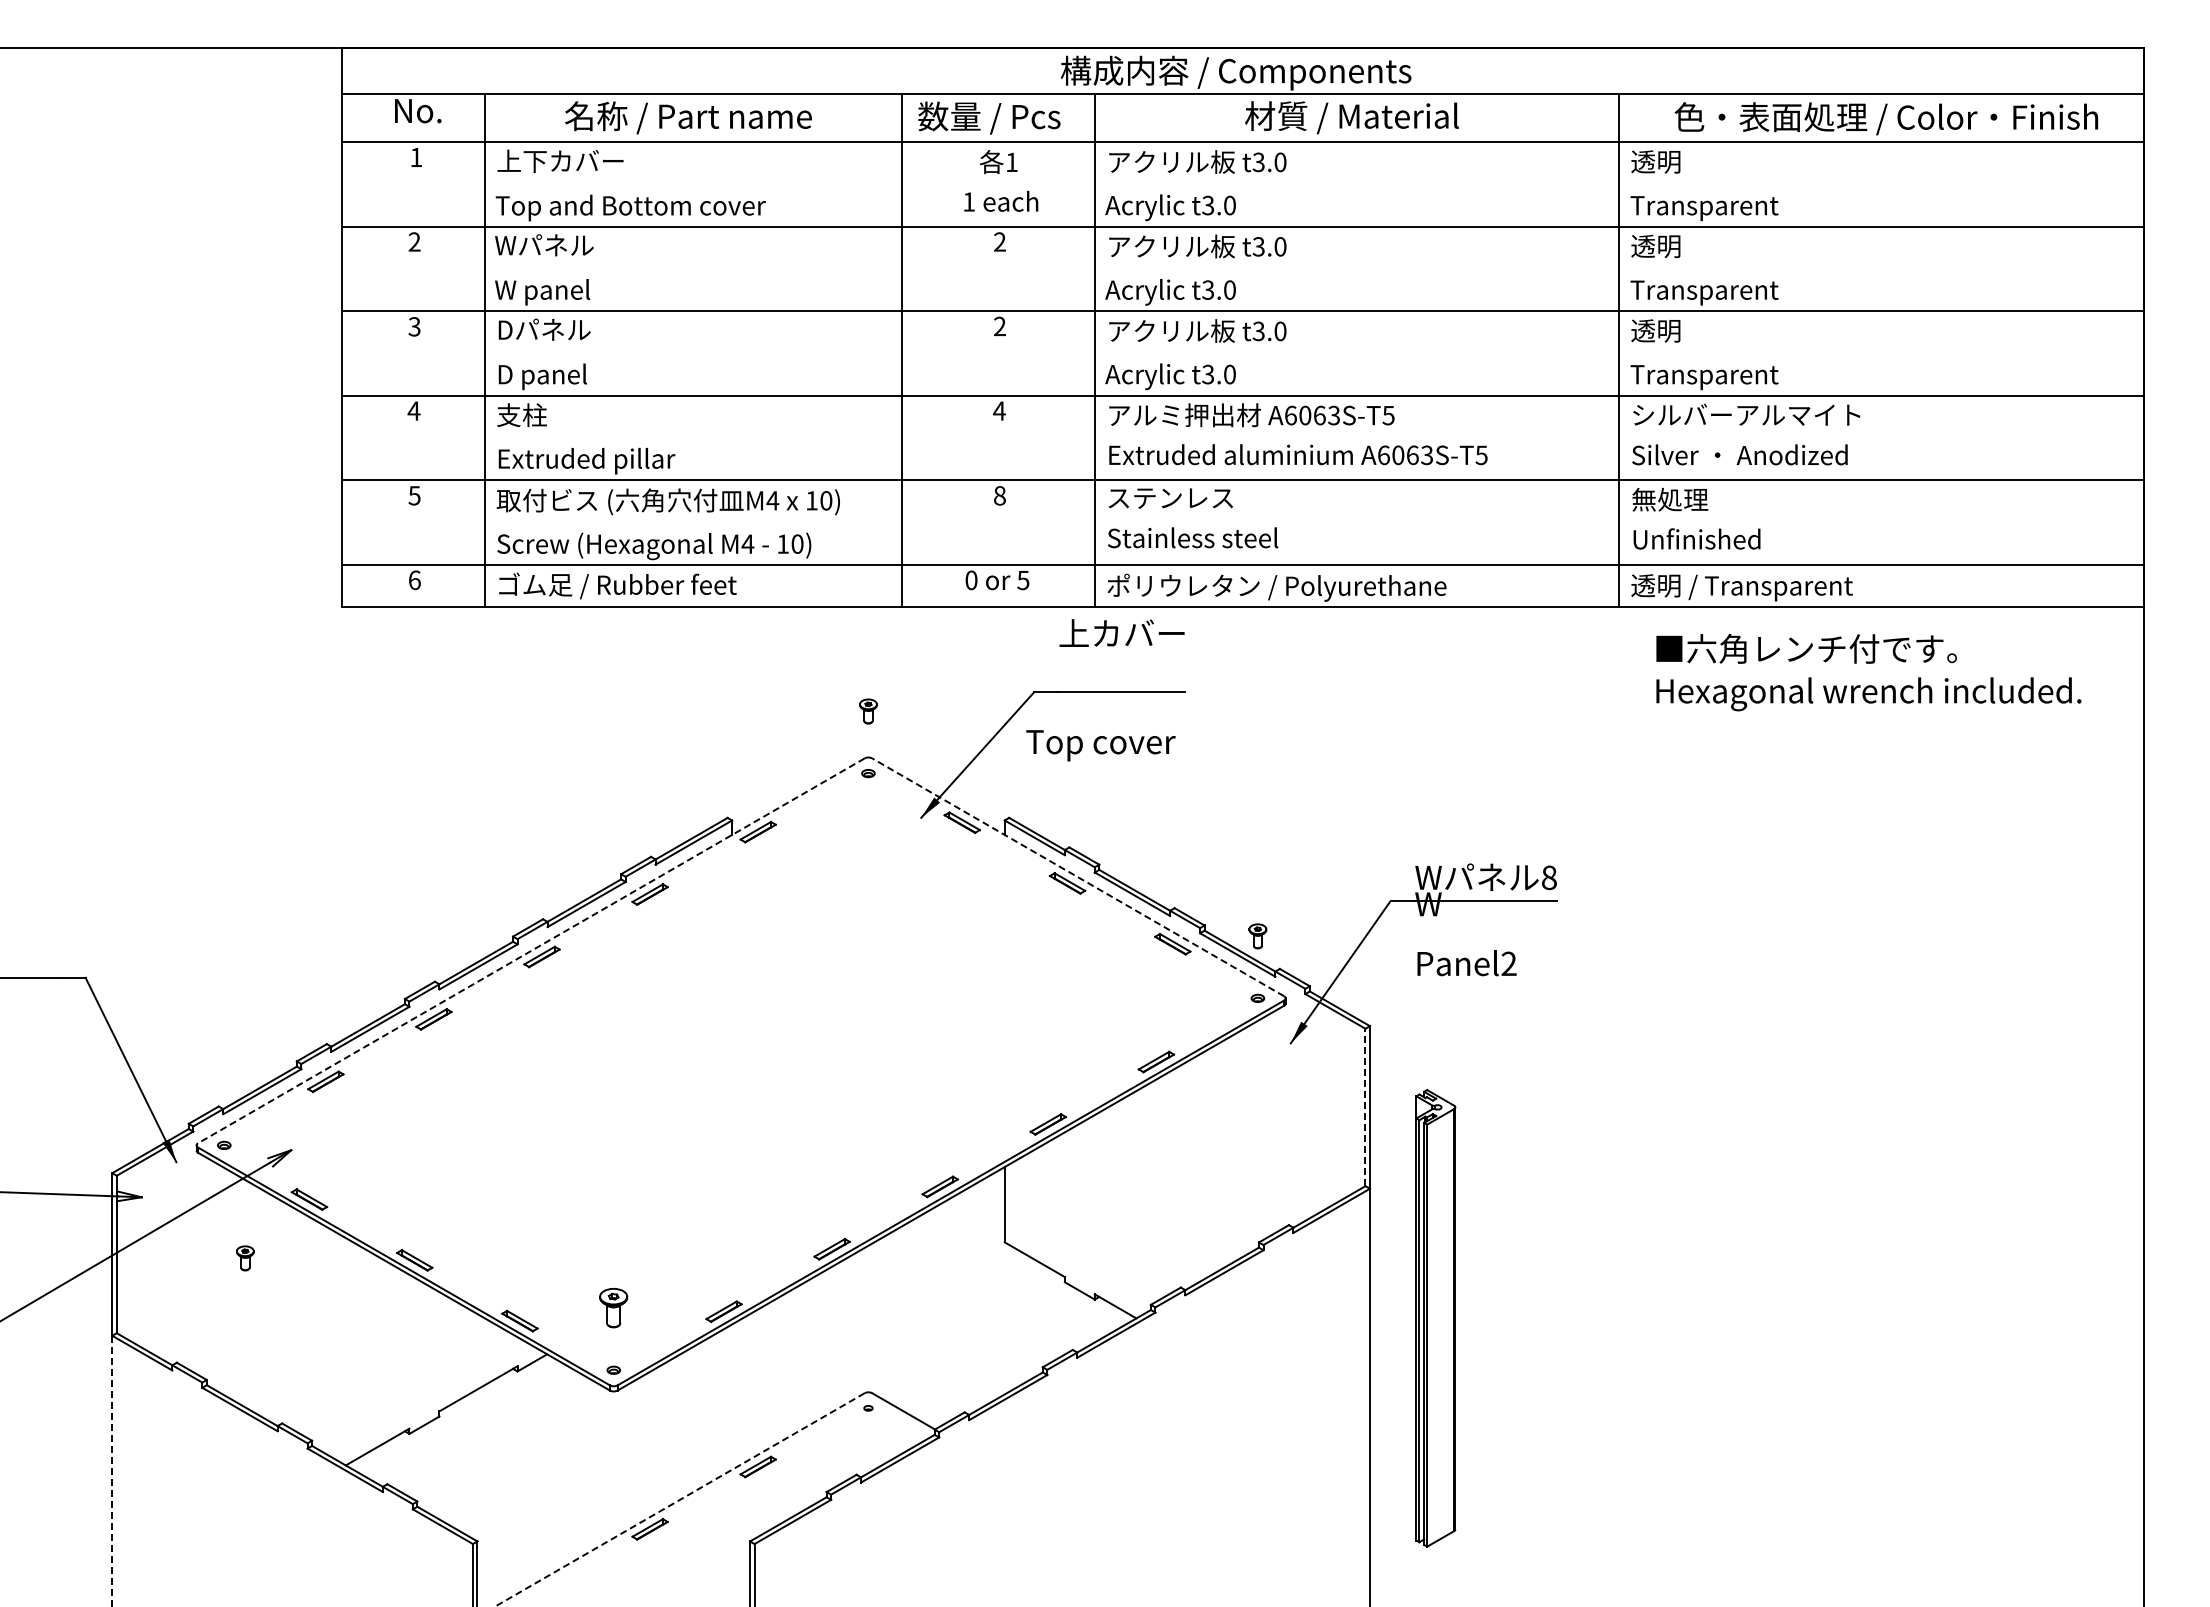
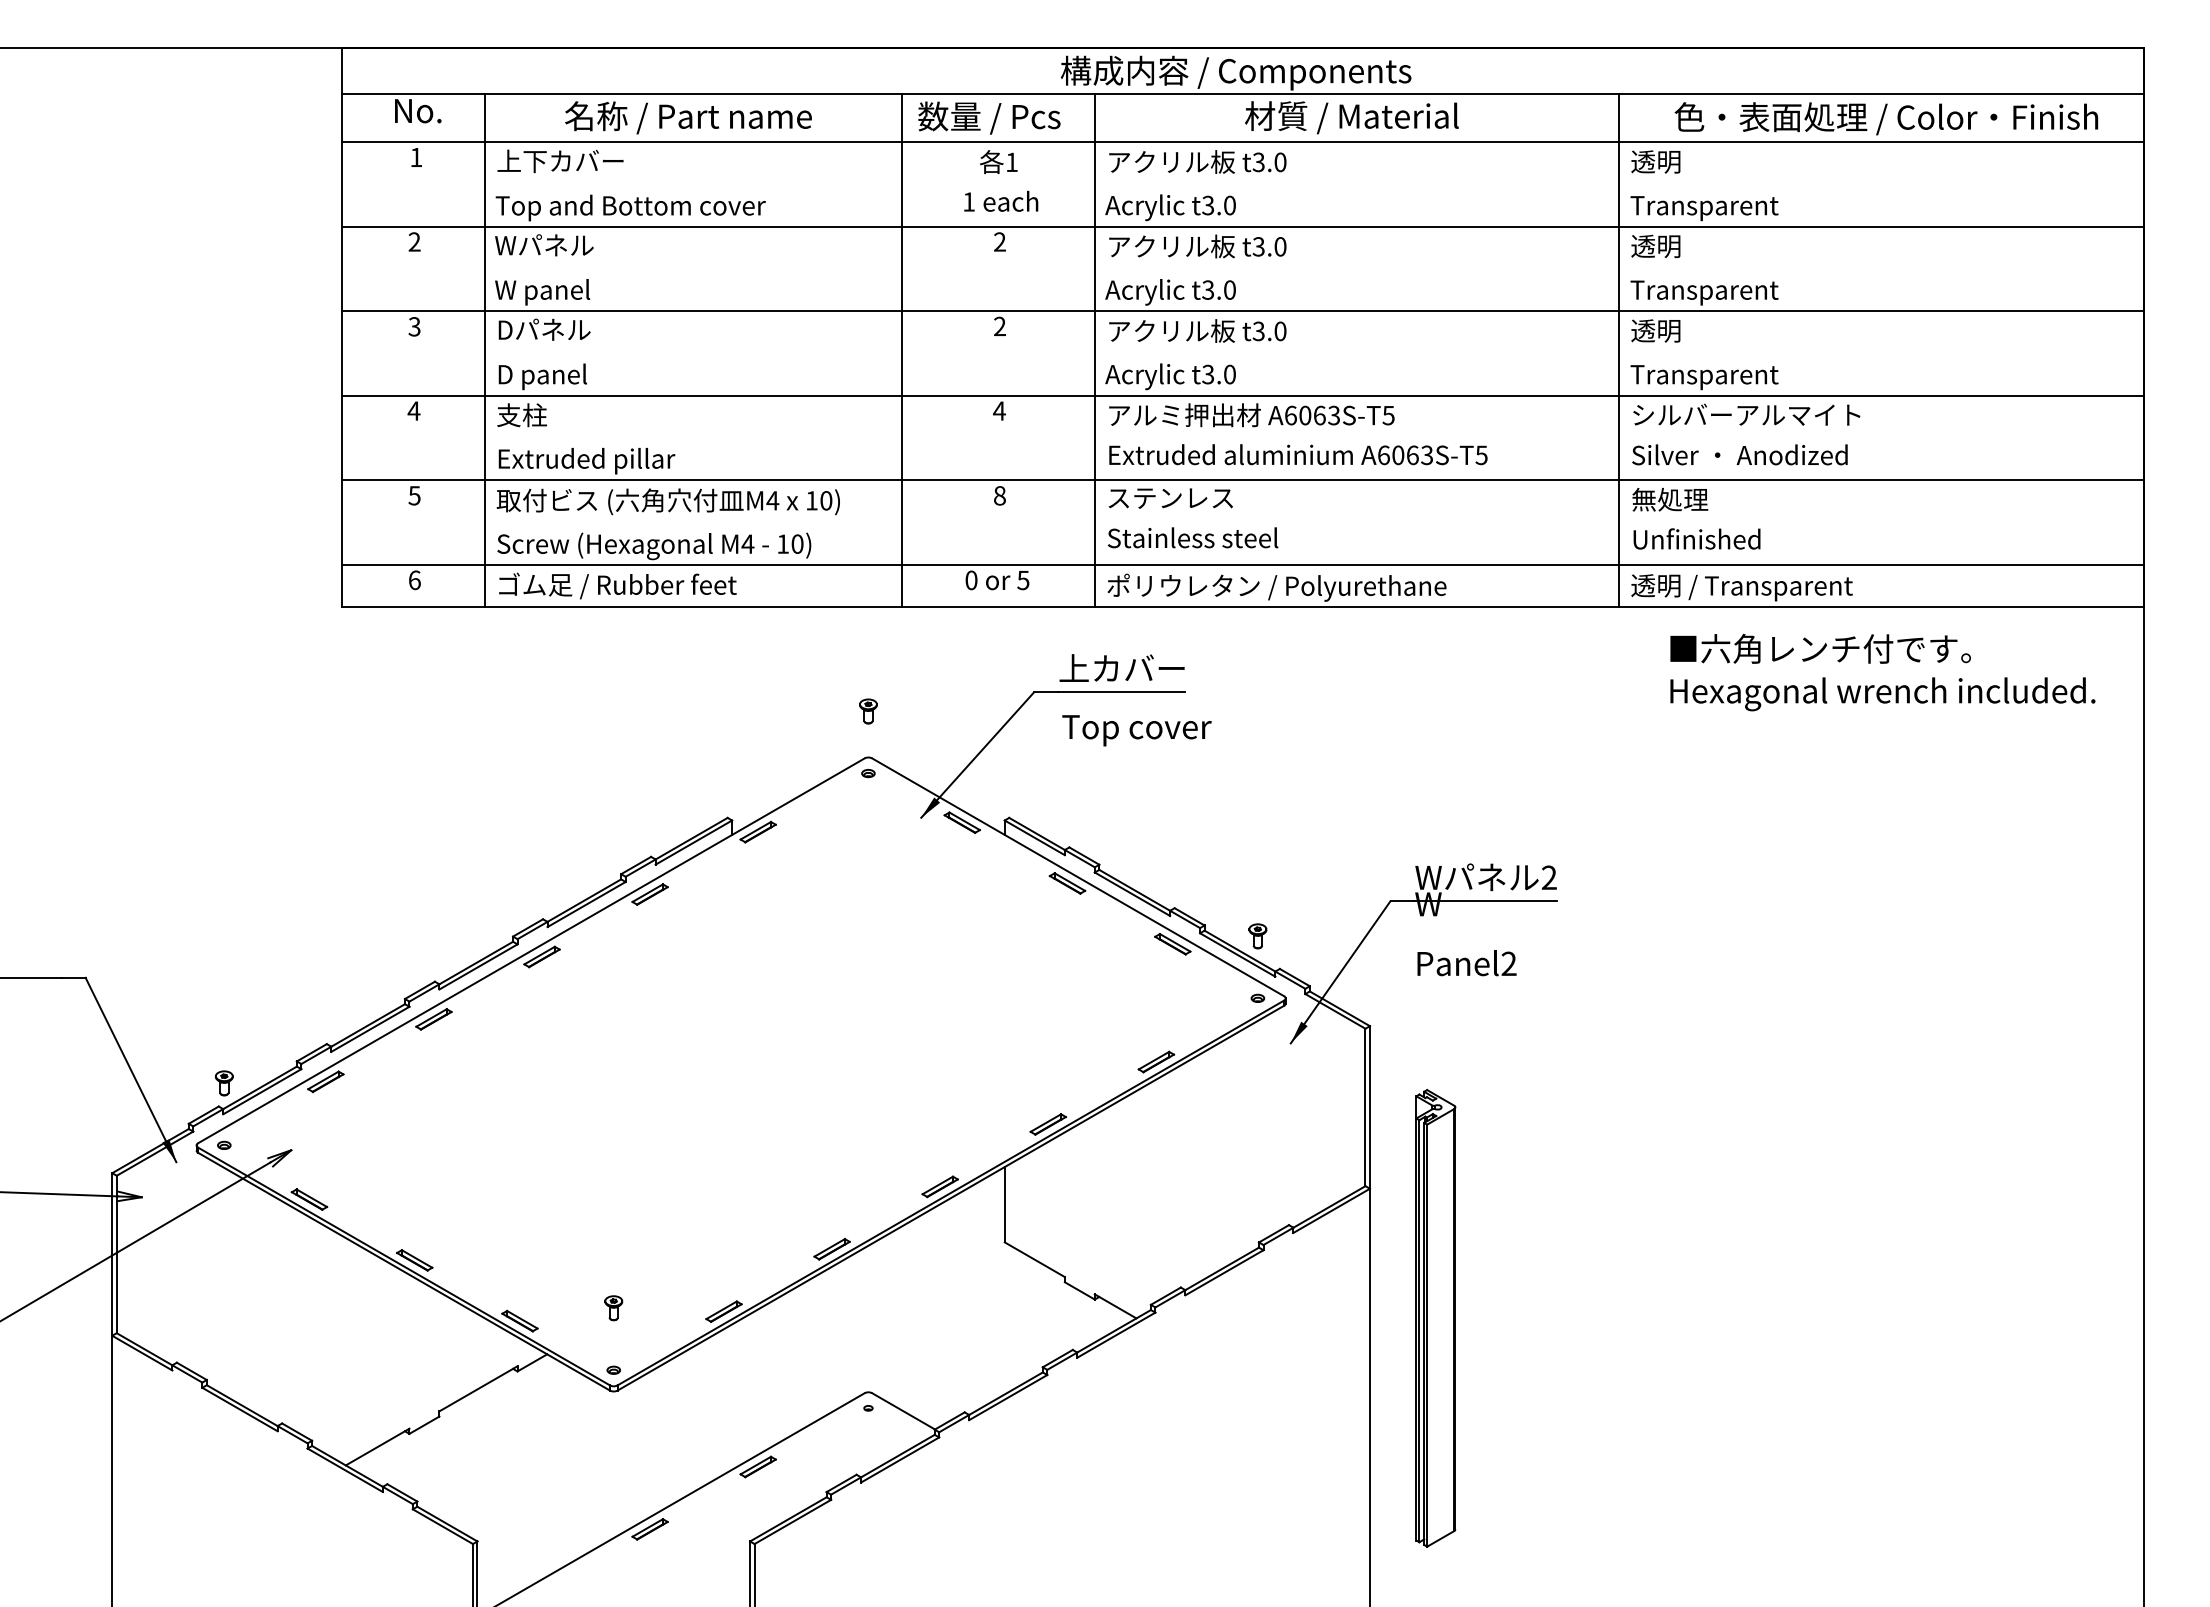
text at (1121, 632) position: (1121, 632) -> (1121, 667)
text at (1868, 672) position: (1868, 672) -> (1882, 672)
text at (1100, 745) position: (1100, 745) -> (1136, 730)
line at (1078, 877): dashed -> solid
text at (1548, 877): 8 -> 2
line at (531, 950): dashed -> solid
line at (1365, 1107): dashed -> solid
part at (245, 1258) position: (245, 1258) -> (224, 1083)
part at (613, 1308) size: 30x41 px -> 20x27 px
line at (112, 1471): dashed -> solid
line at (679, 1500): dashed -> solid
